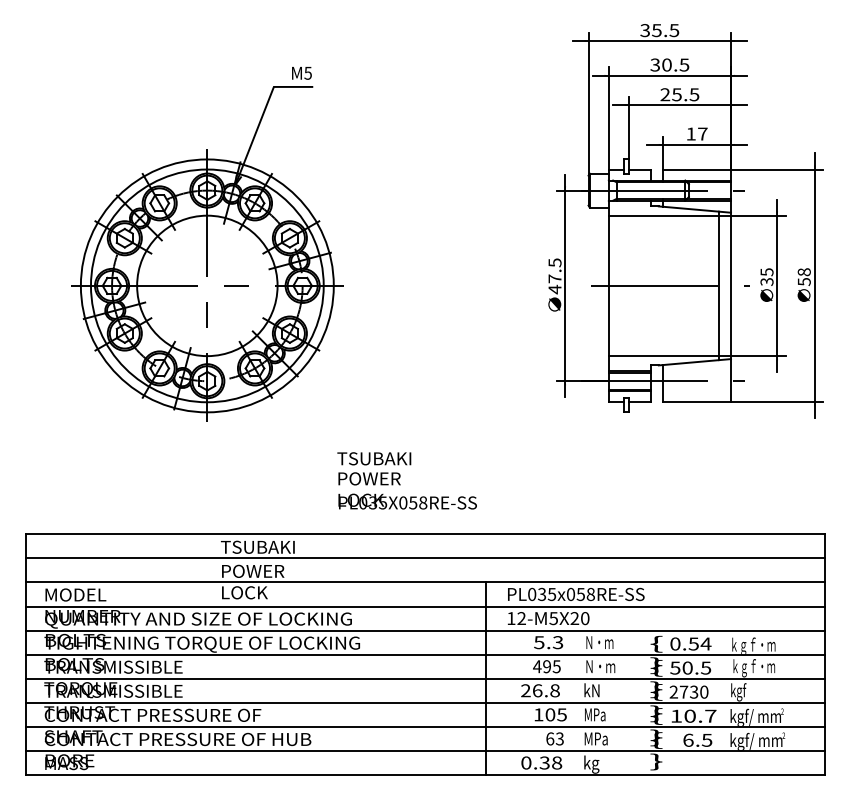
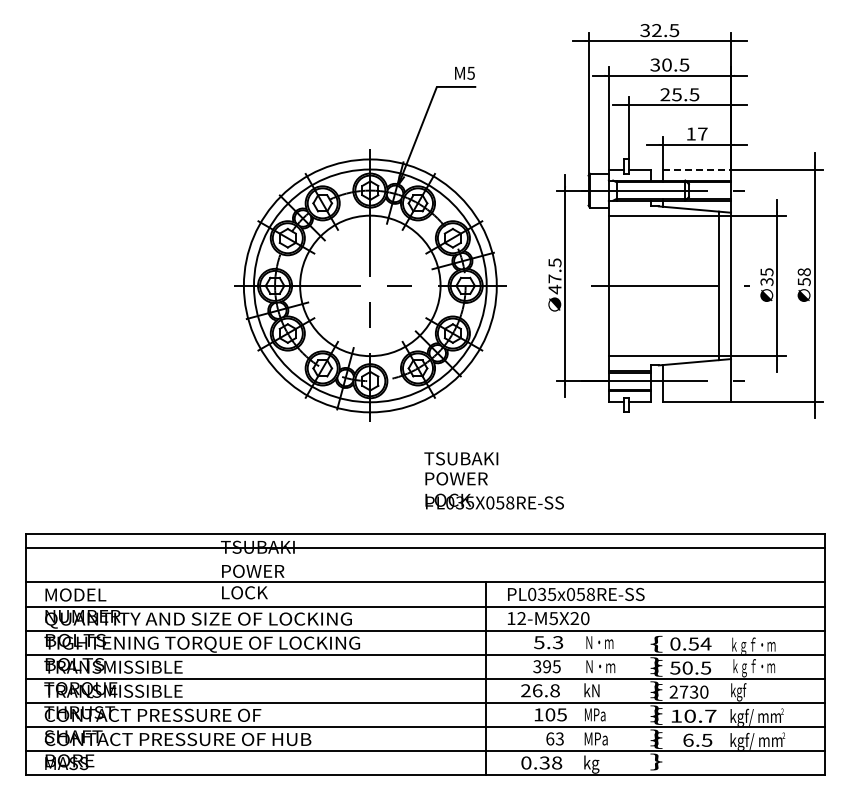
text at (656, 30): 35.5 -> 32.5
line at (697, 169): solid -> dashed
part at (207, 244) position: (207, 244) -> (370, 244)
text at (406, 480) position: (406, 480) -> (493, 480)
line at (424, 558) position: (424, 558) -> (424, 548)
text at (537, 666): 495 -> 395
